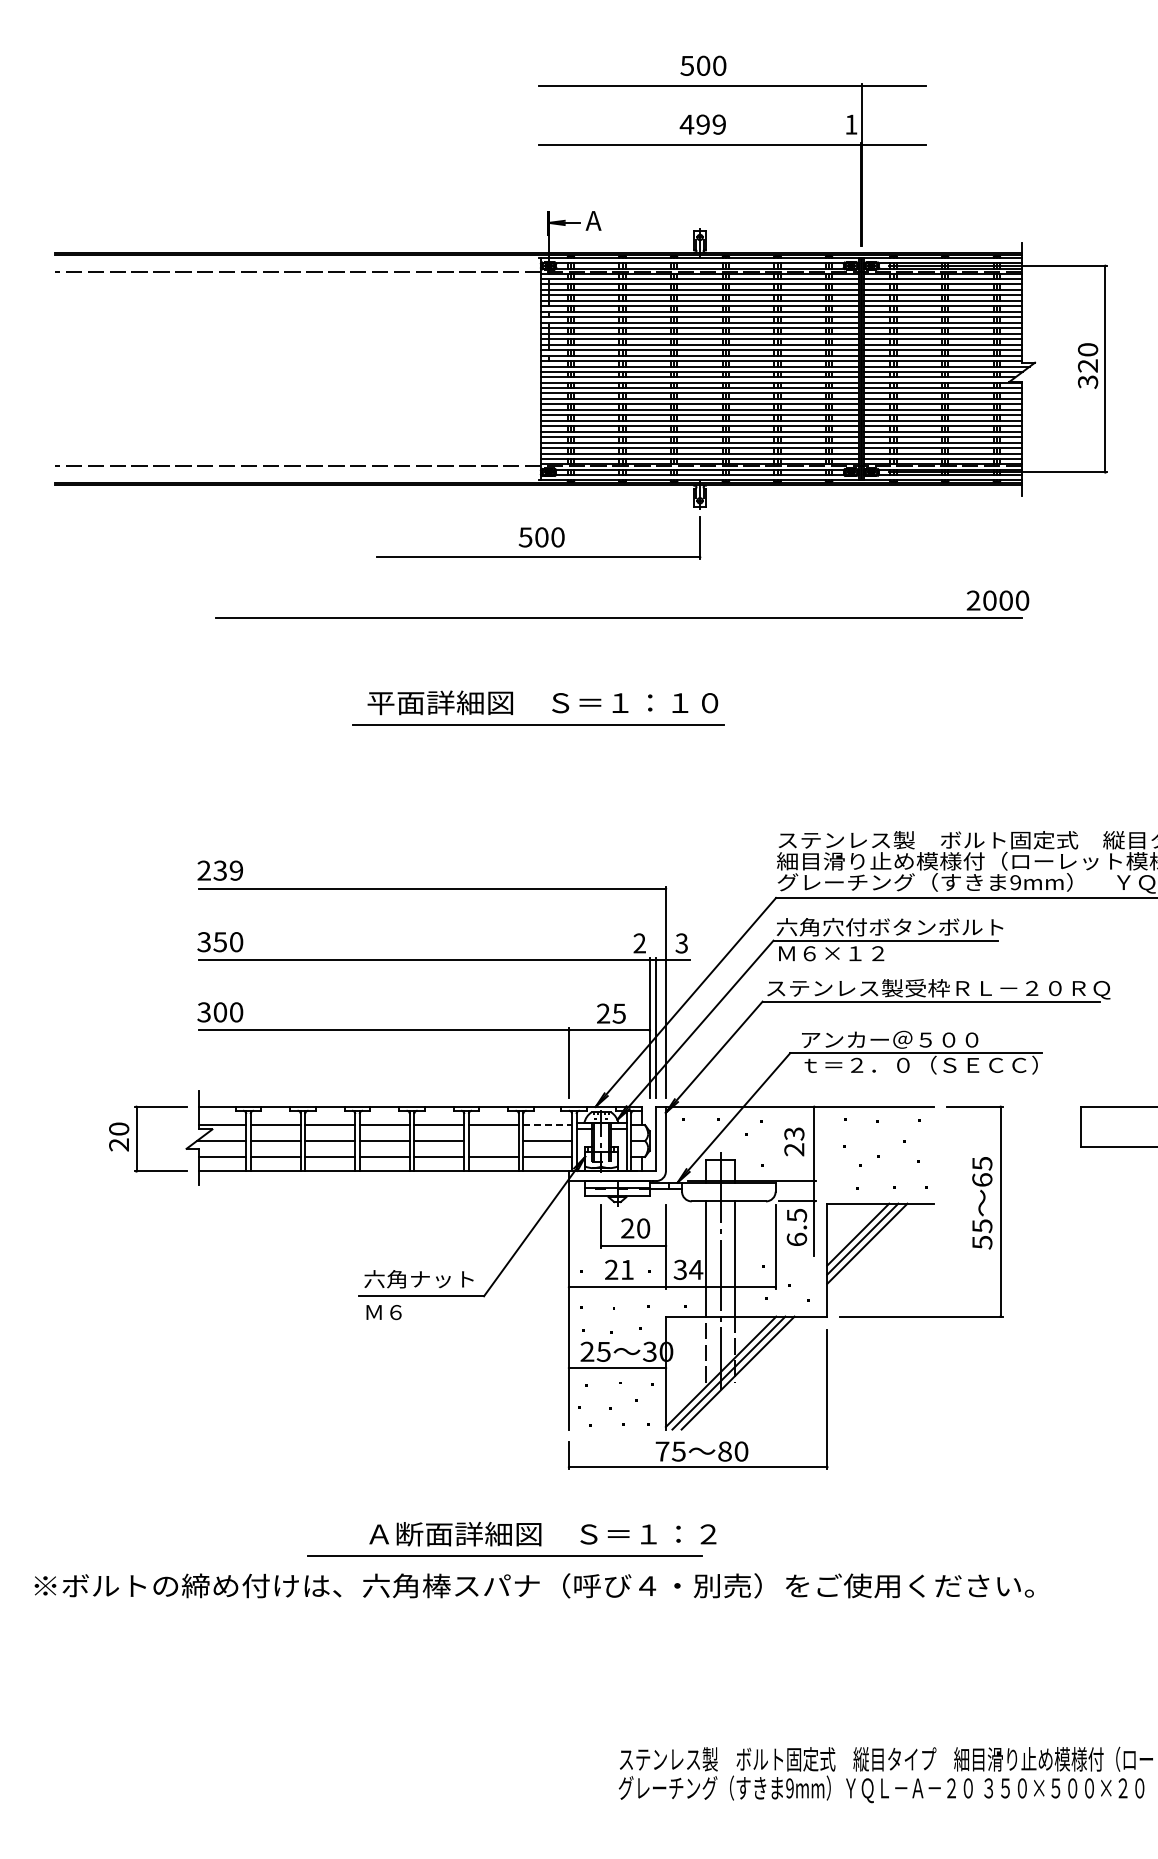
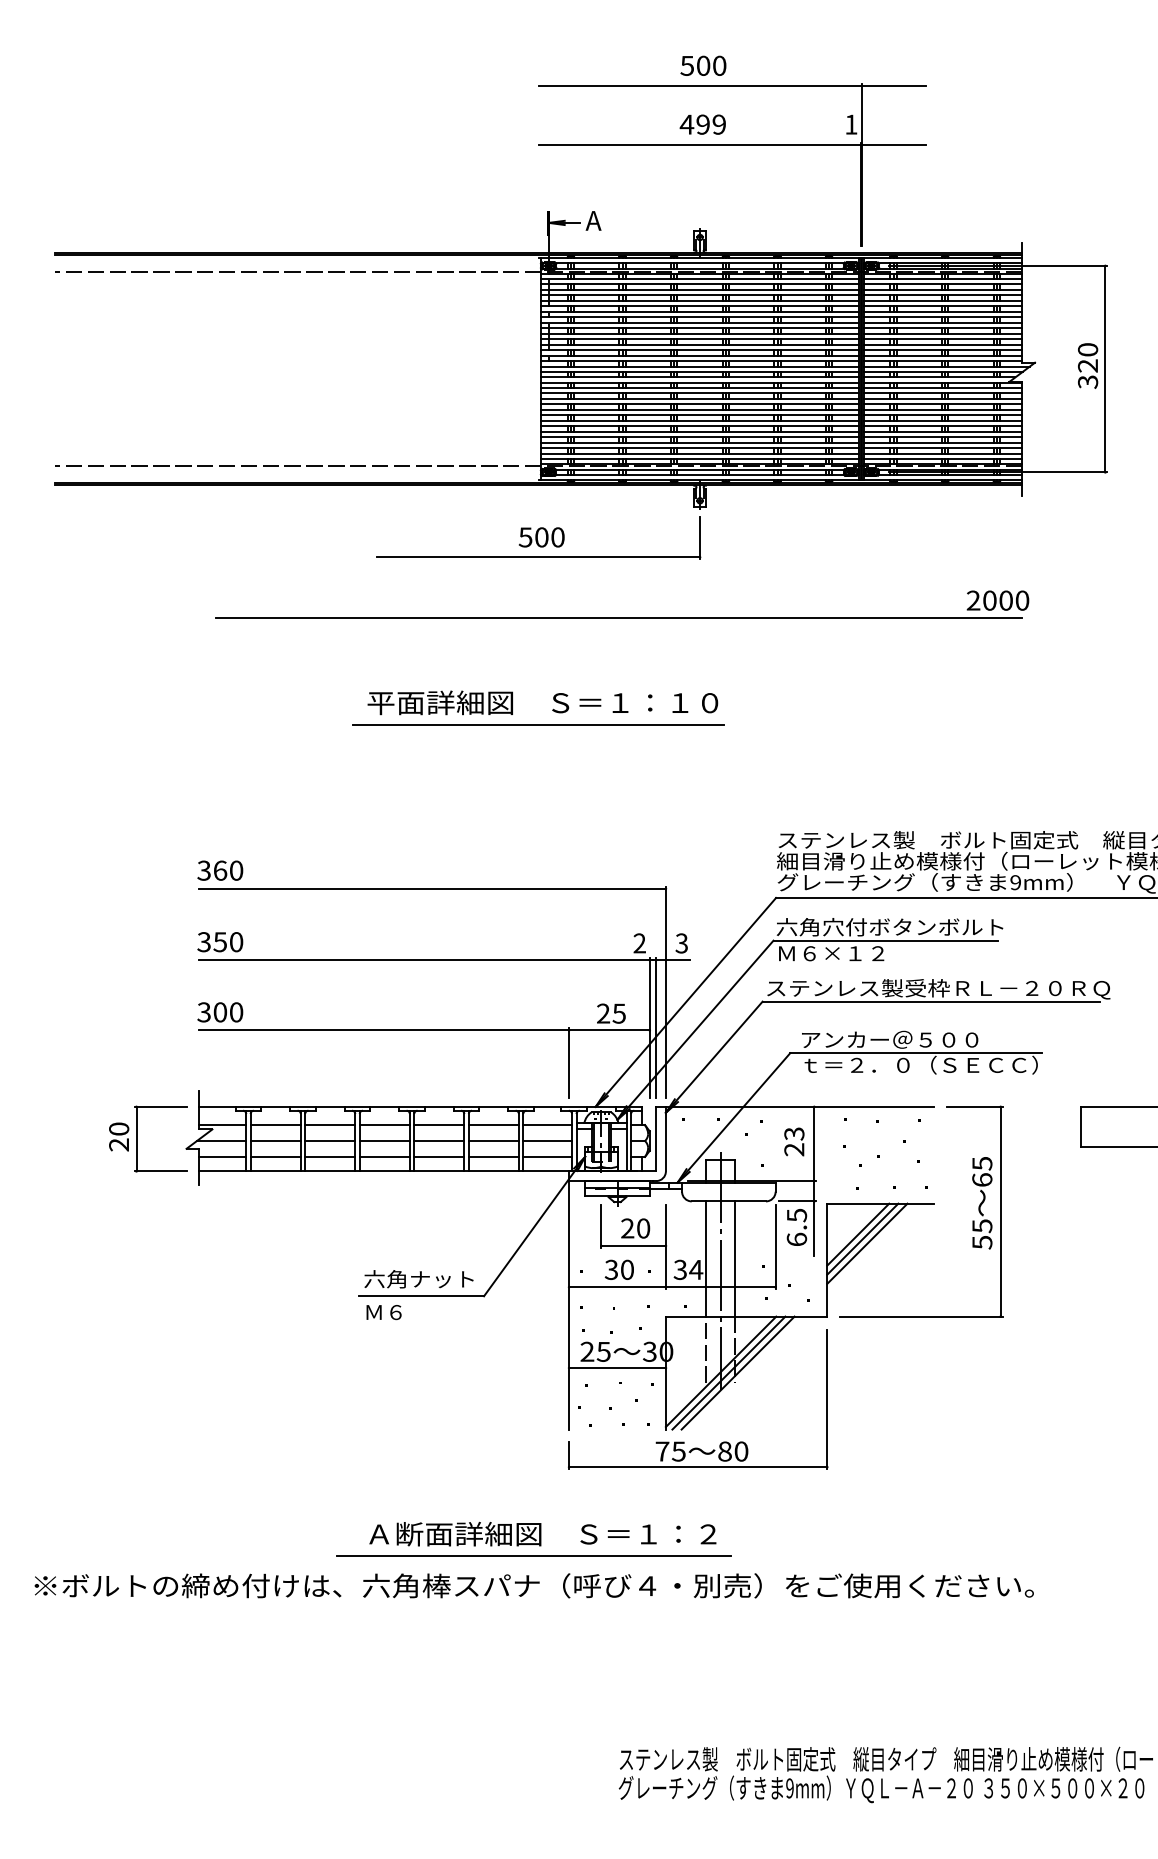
text at (220, 870): 239 -> 360
line at (548, 1125): dashed -> solid
line at (493, 1141): none -> present
text at (618, 1269): 21 -> 30
line at (504, 1555) position: (504, 1555) -> (533, 1555)
